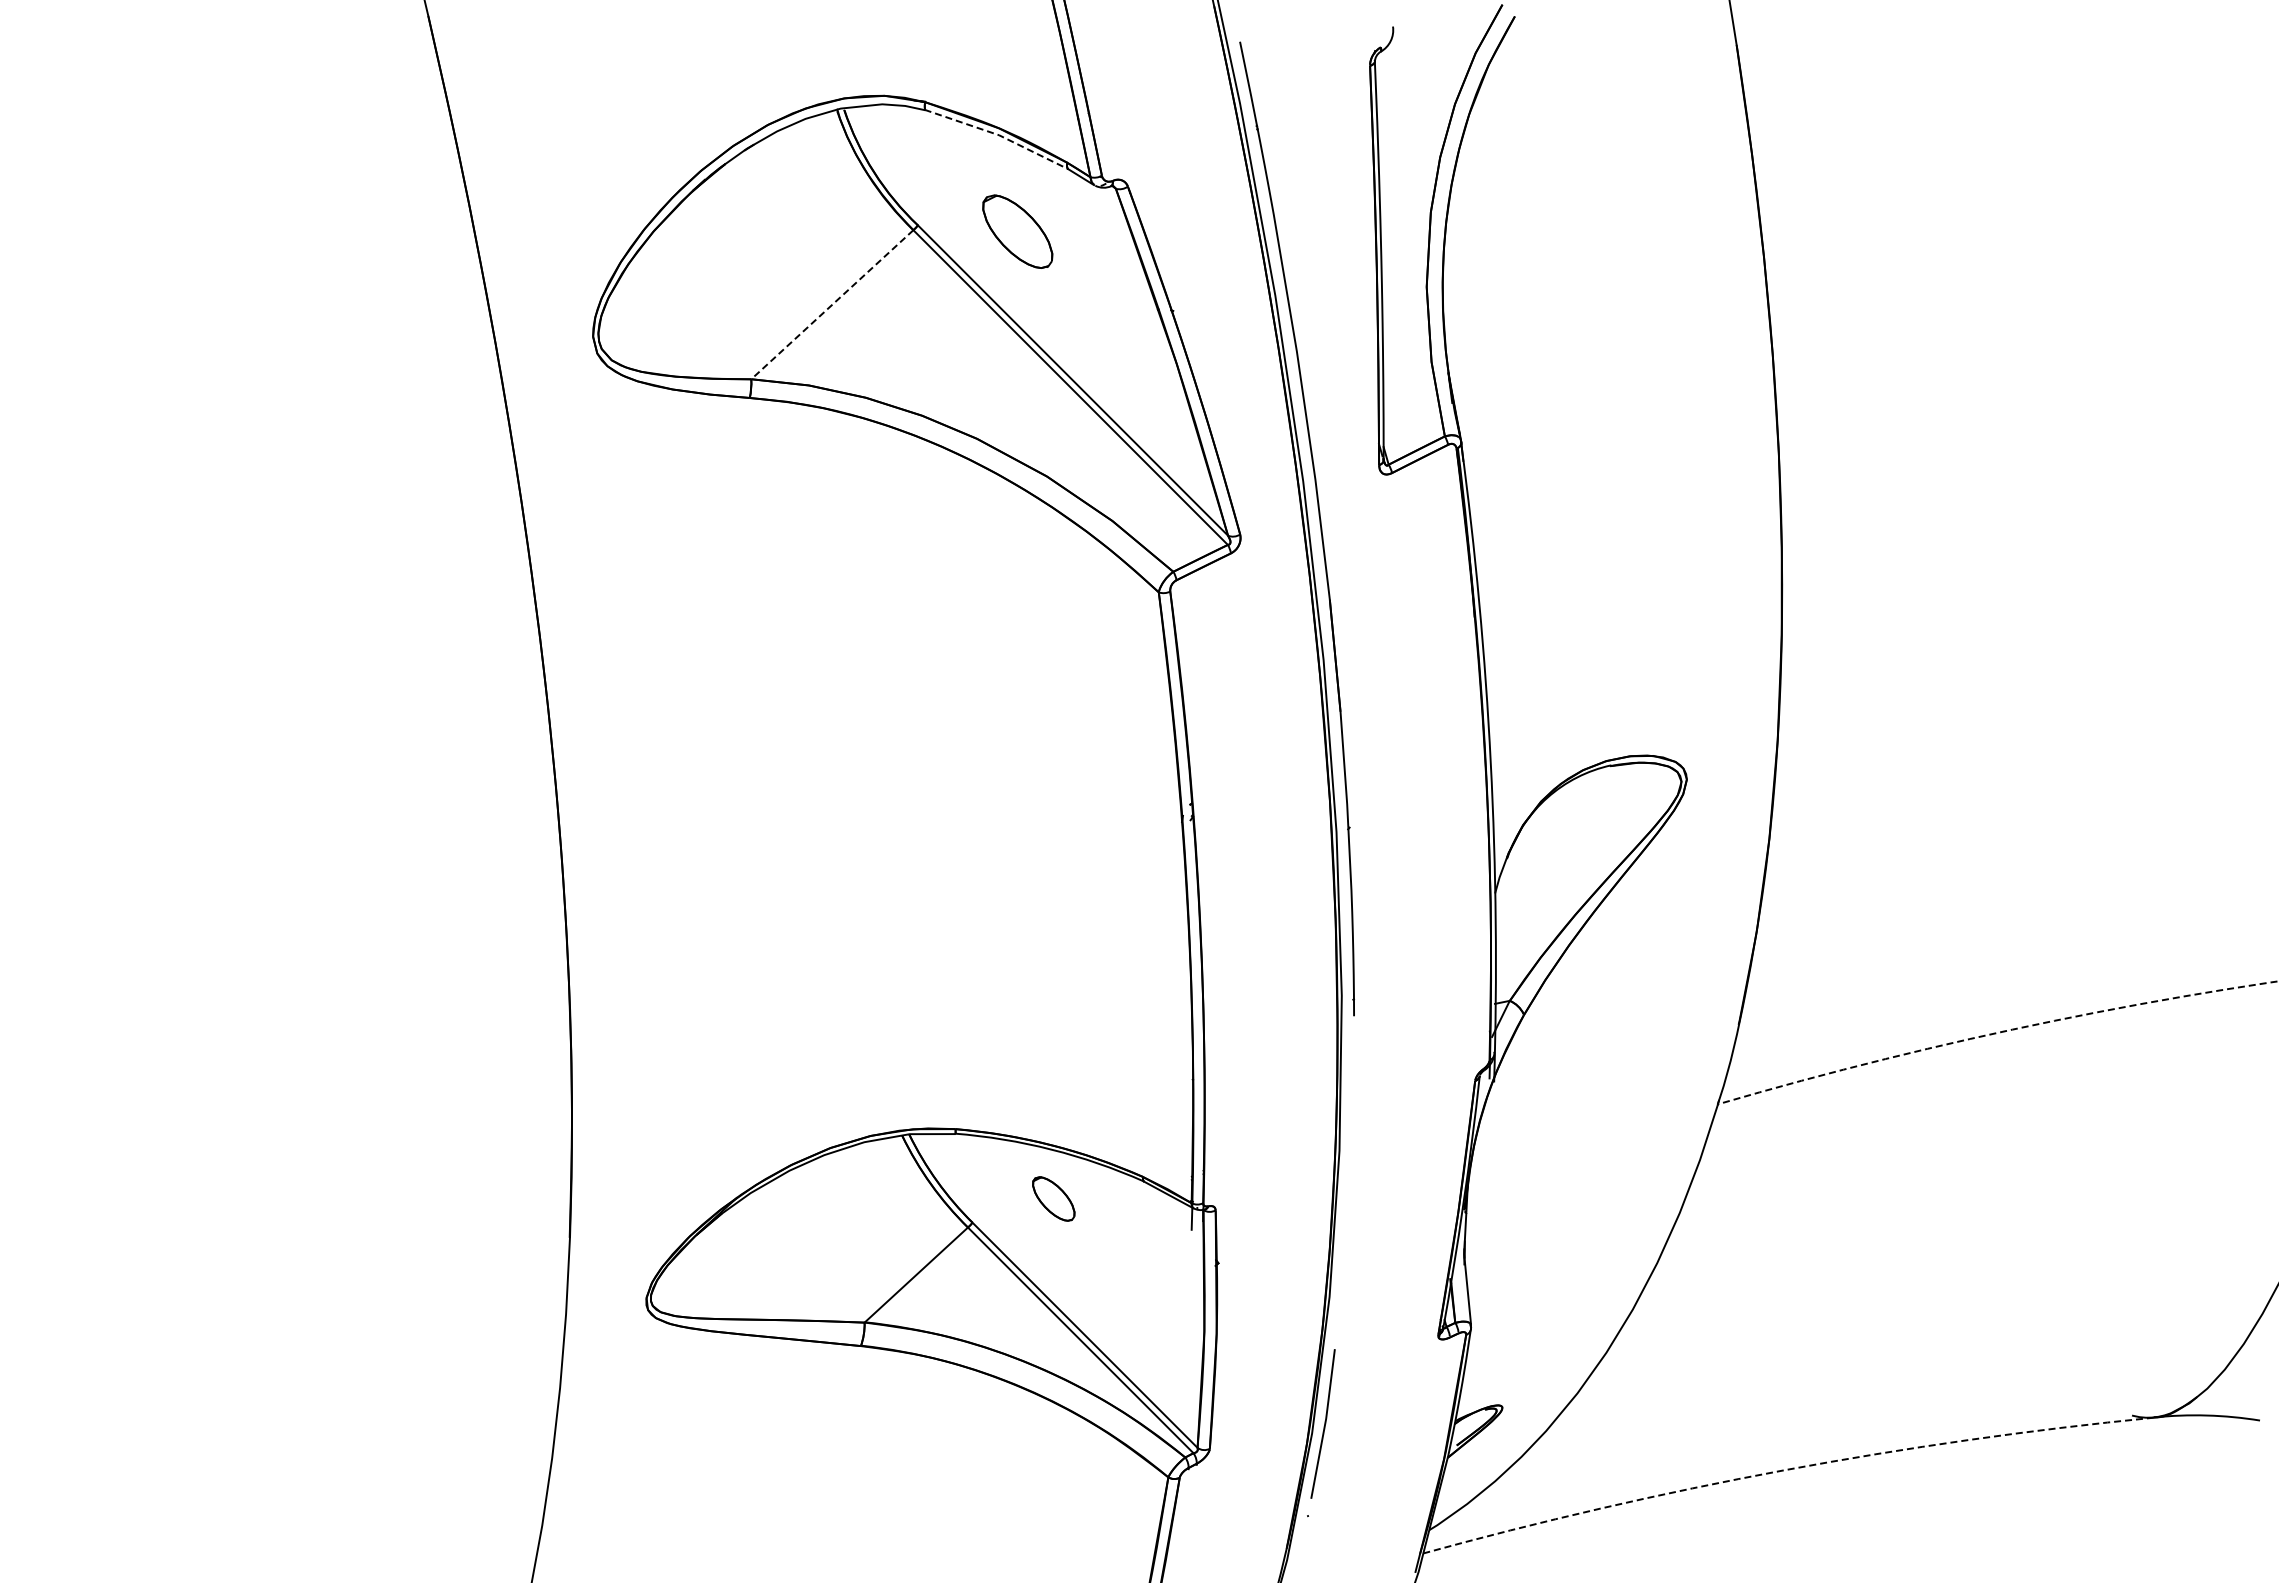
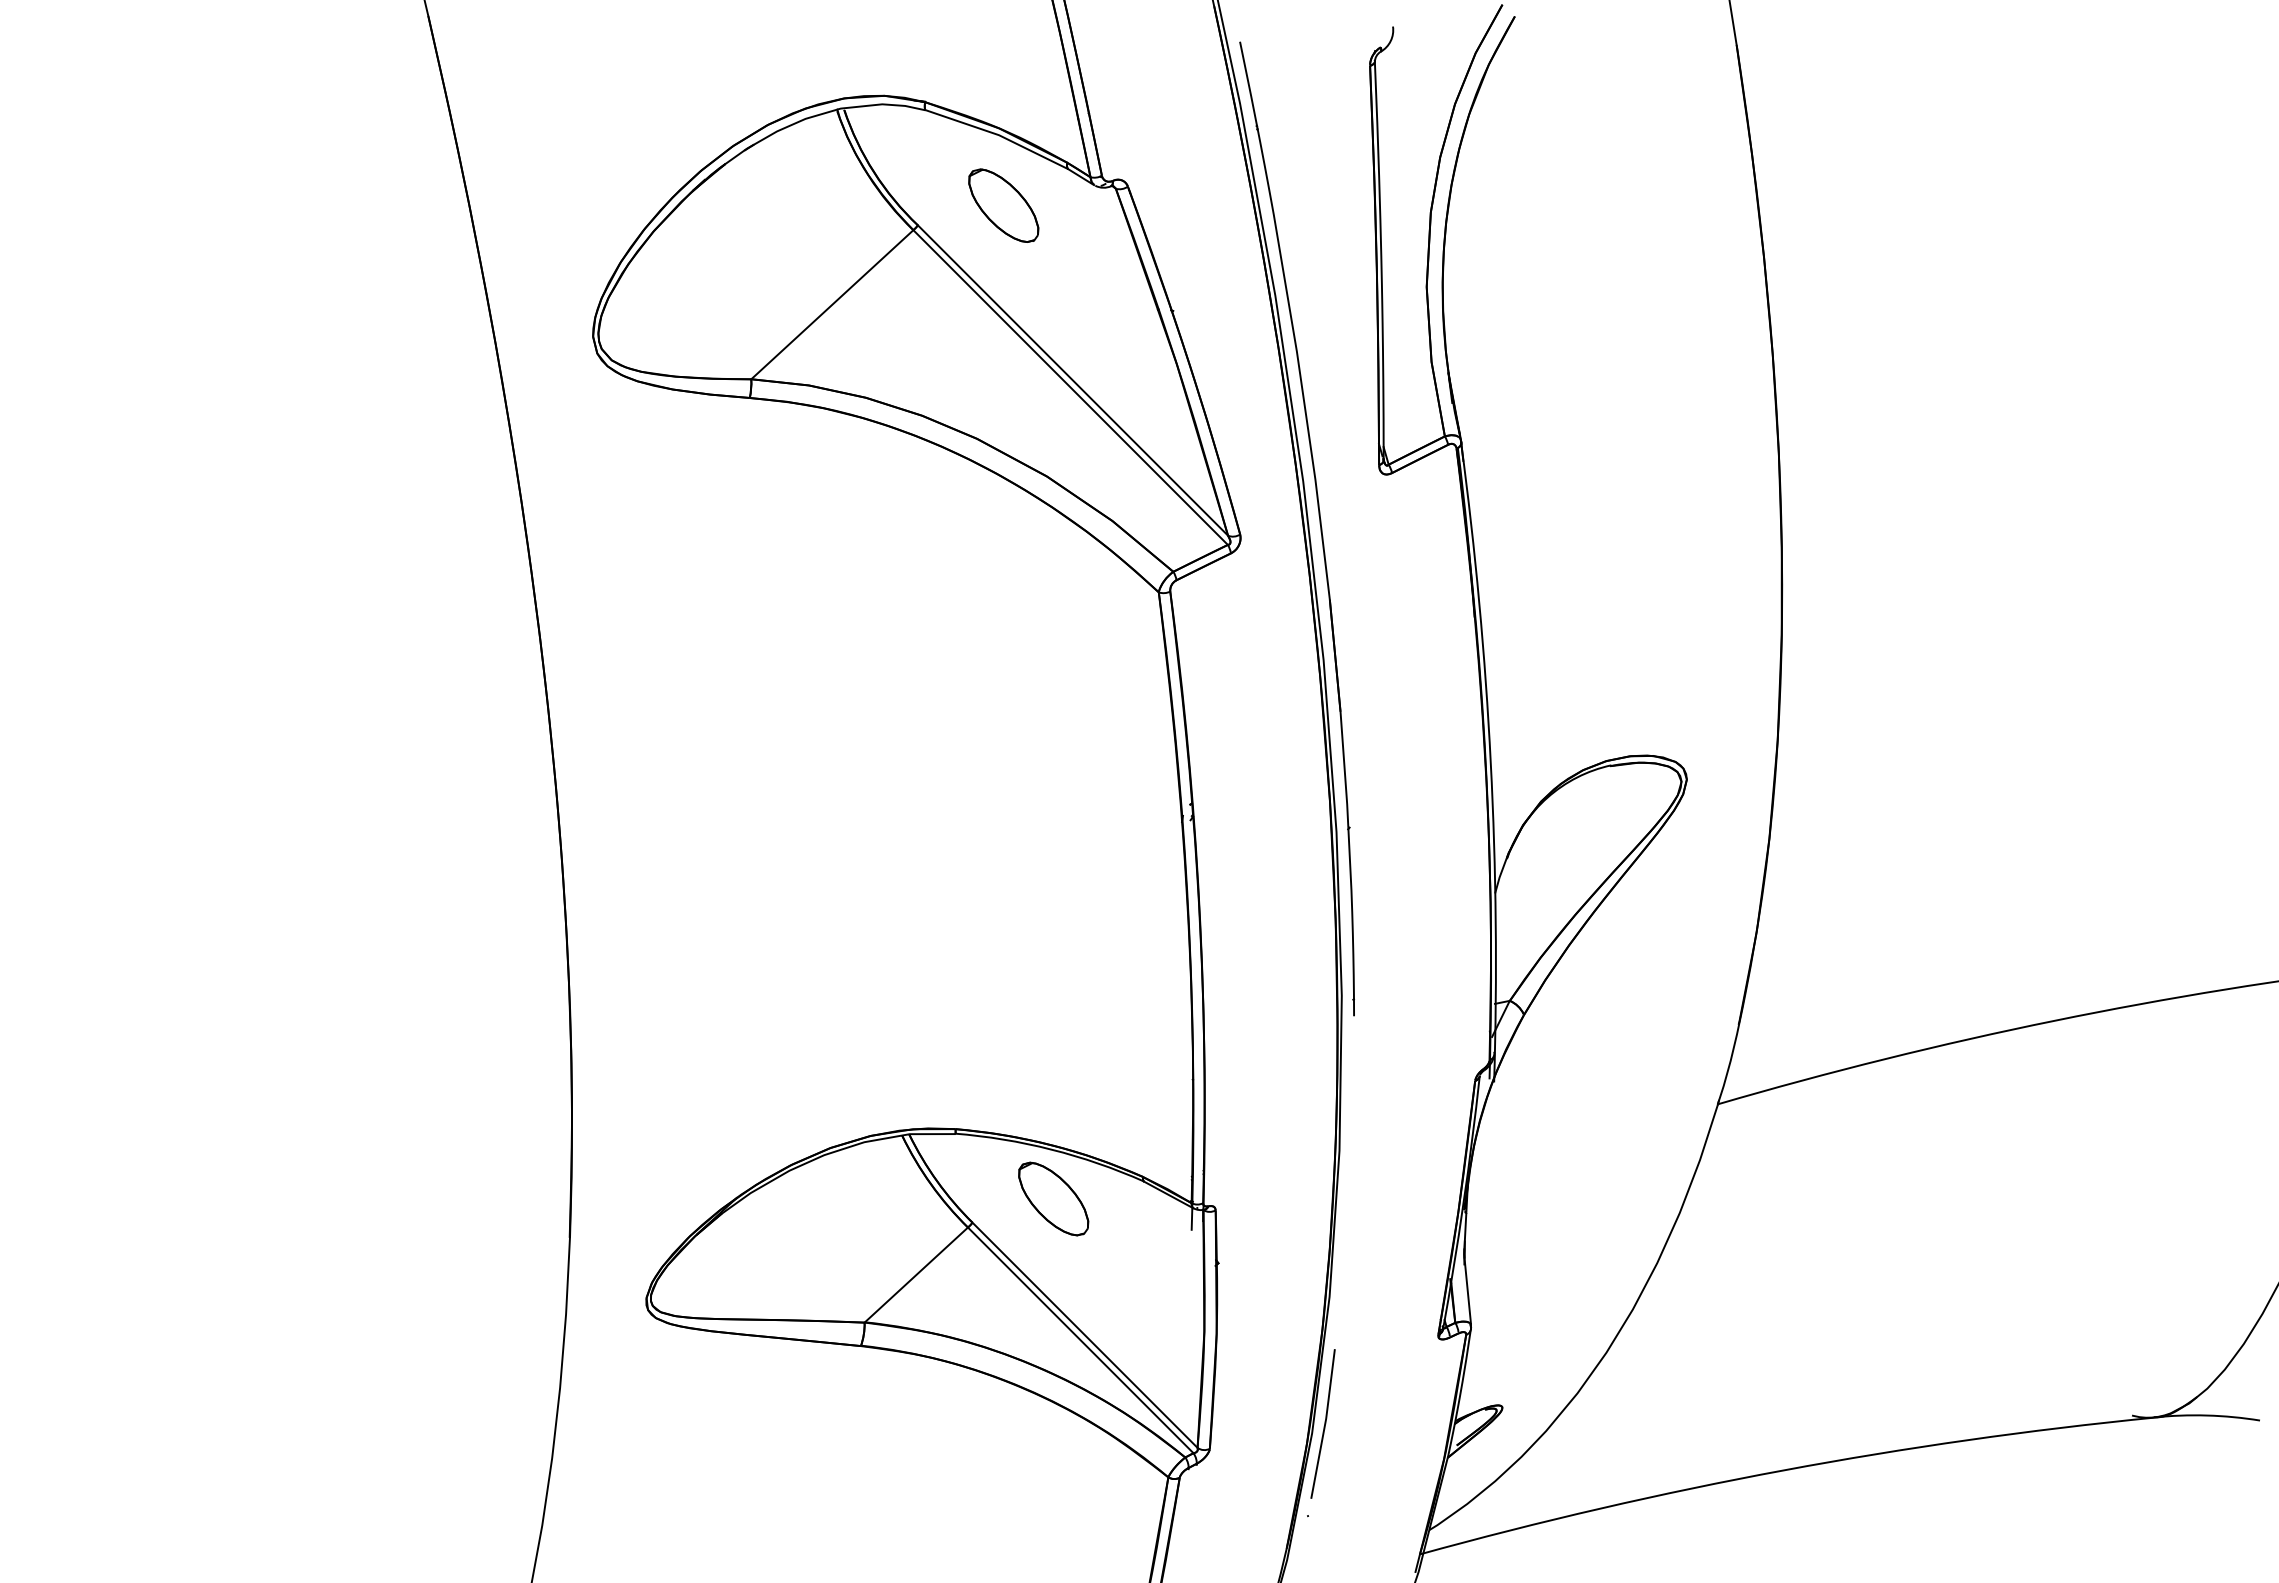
line at (999, 135): dashed -> solid
part at (1017, 231) position: (1017, 231) -> (1003, 205)
line at (832, 305): dashed -> solid
arc at (1995, 1033): dashed -> solid
part at (1053, 1198) size: 44x46 px -> 72x76 px
arc at (1783, 1470): dashed -> solid
